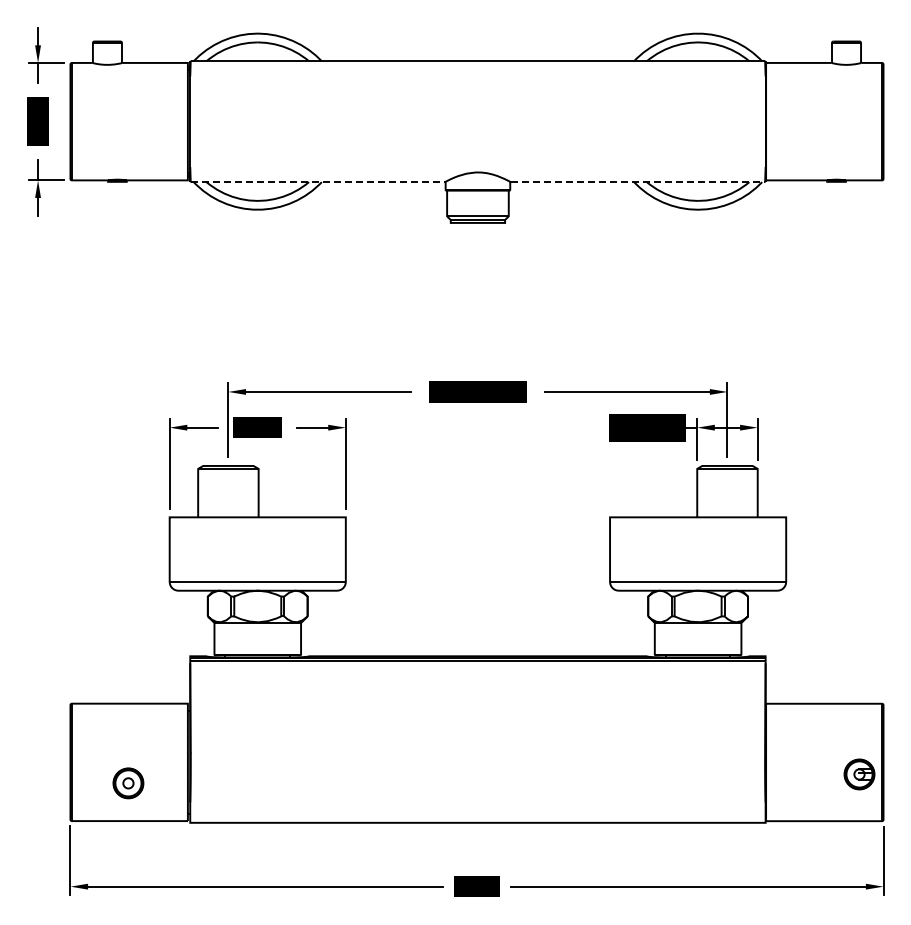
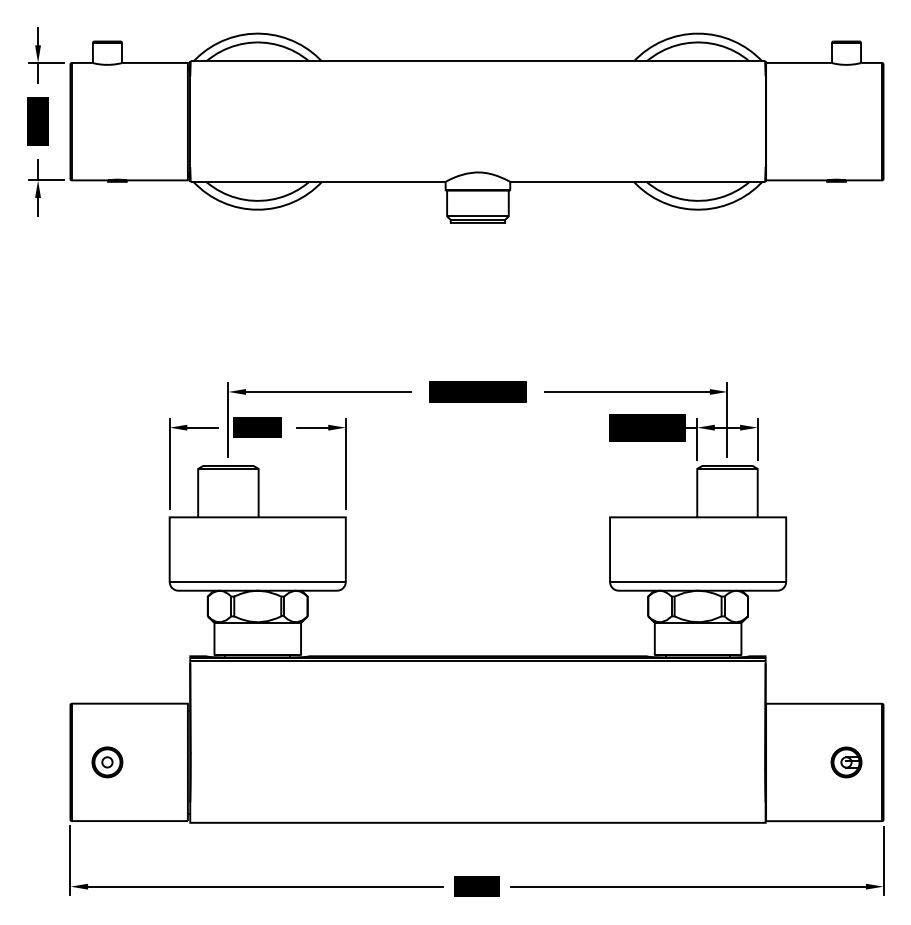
line at (318, 182): dashed -> solid
line at (638, 182): dashed -> solid
part at (859, 774) position: (859, 774) -> (846, 762)
part at (128, 783) position: (128, 783) -> (107, 762)
